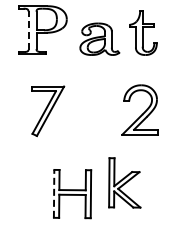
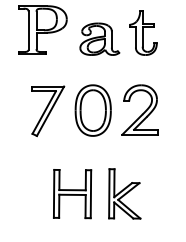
line at (28, 30): dashed -> solid
part at (92, 110): none -> present
part at (124, 182) position: (124, 182) -> (124, 193)
line at (54, 193): dashed -> solid
